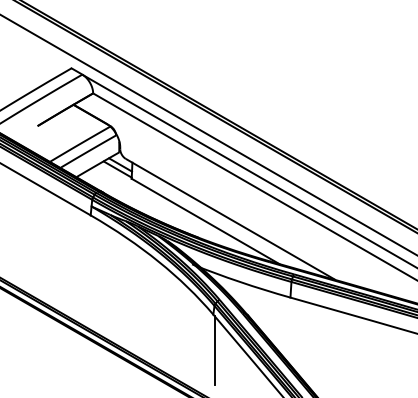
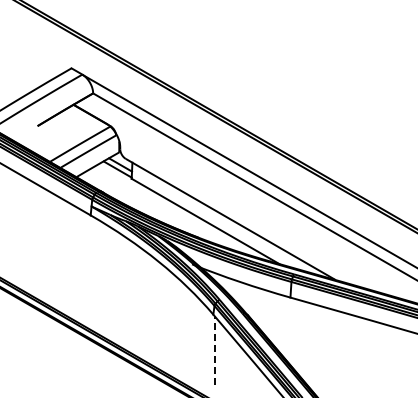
line at (208, 134): present -> none
line at (214, 350): solid -> dashed
